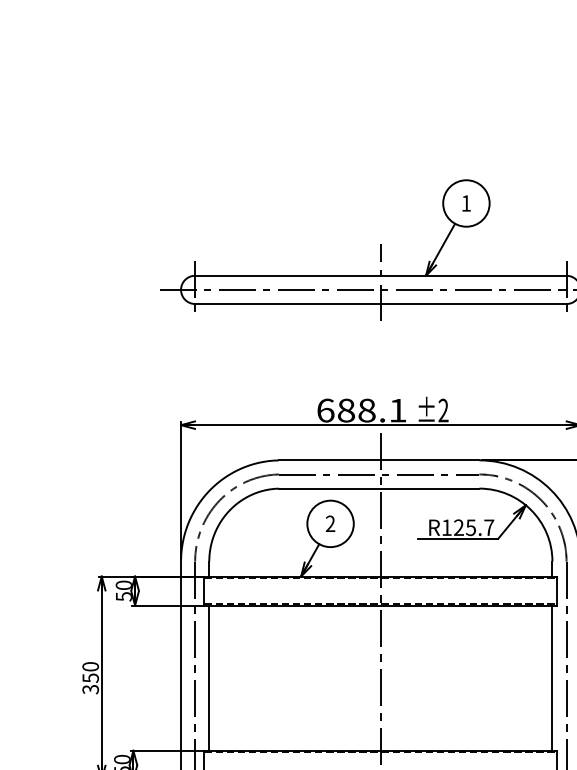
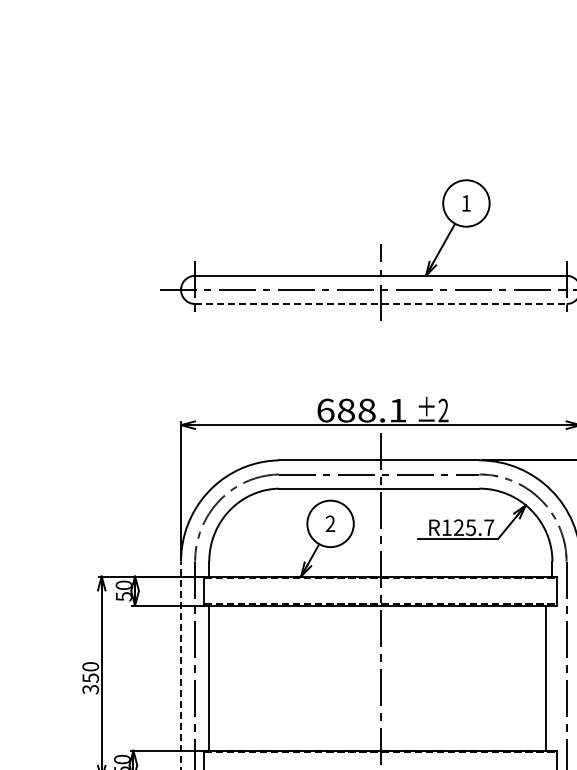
line at (380, 304): solid -> dashed
line at (181, 665): solid -> dashed
line at (552, 677) position: (552, 677) -> (546, 677)
